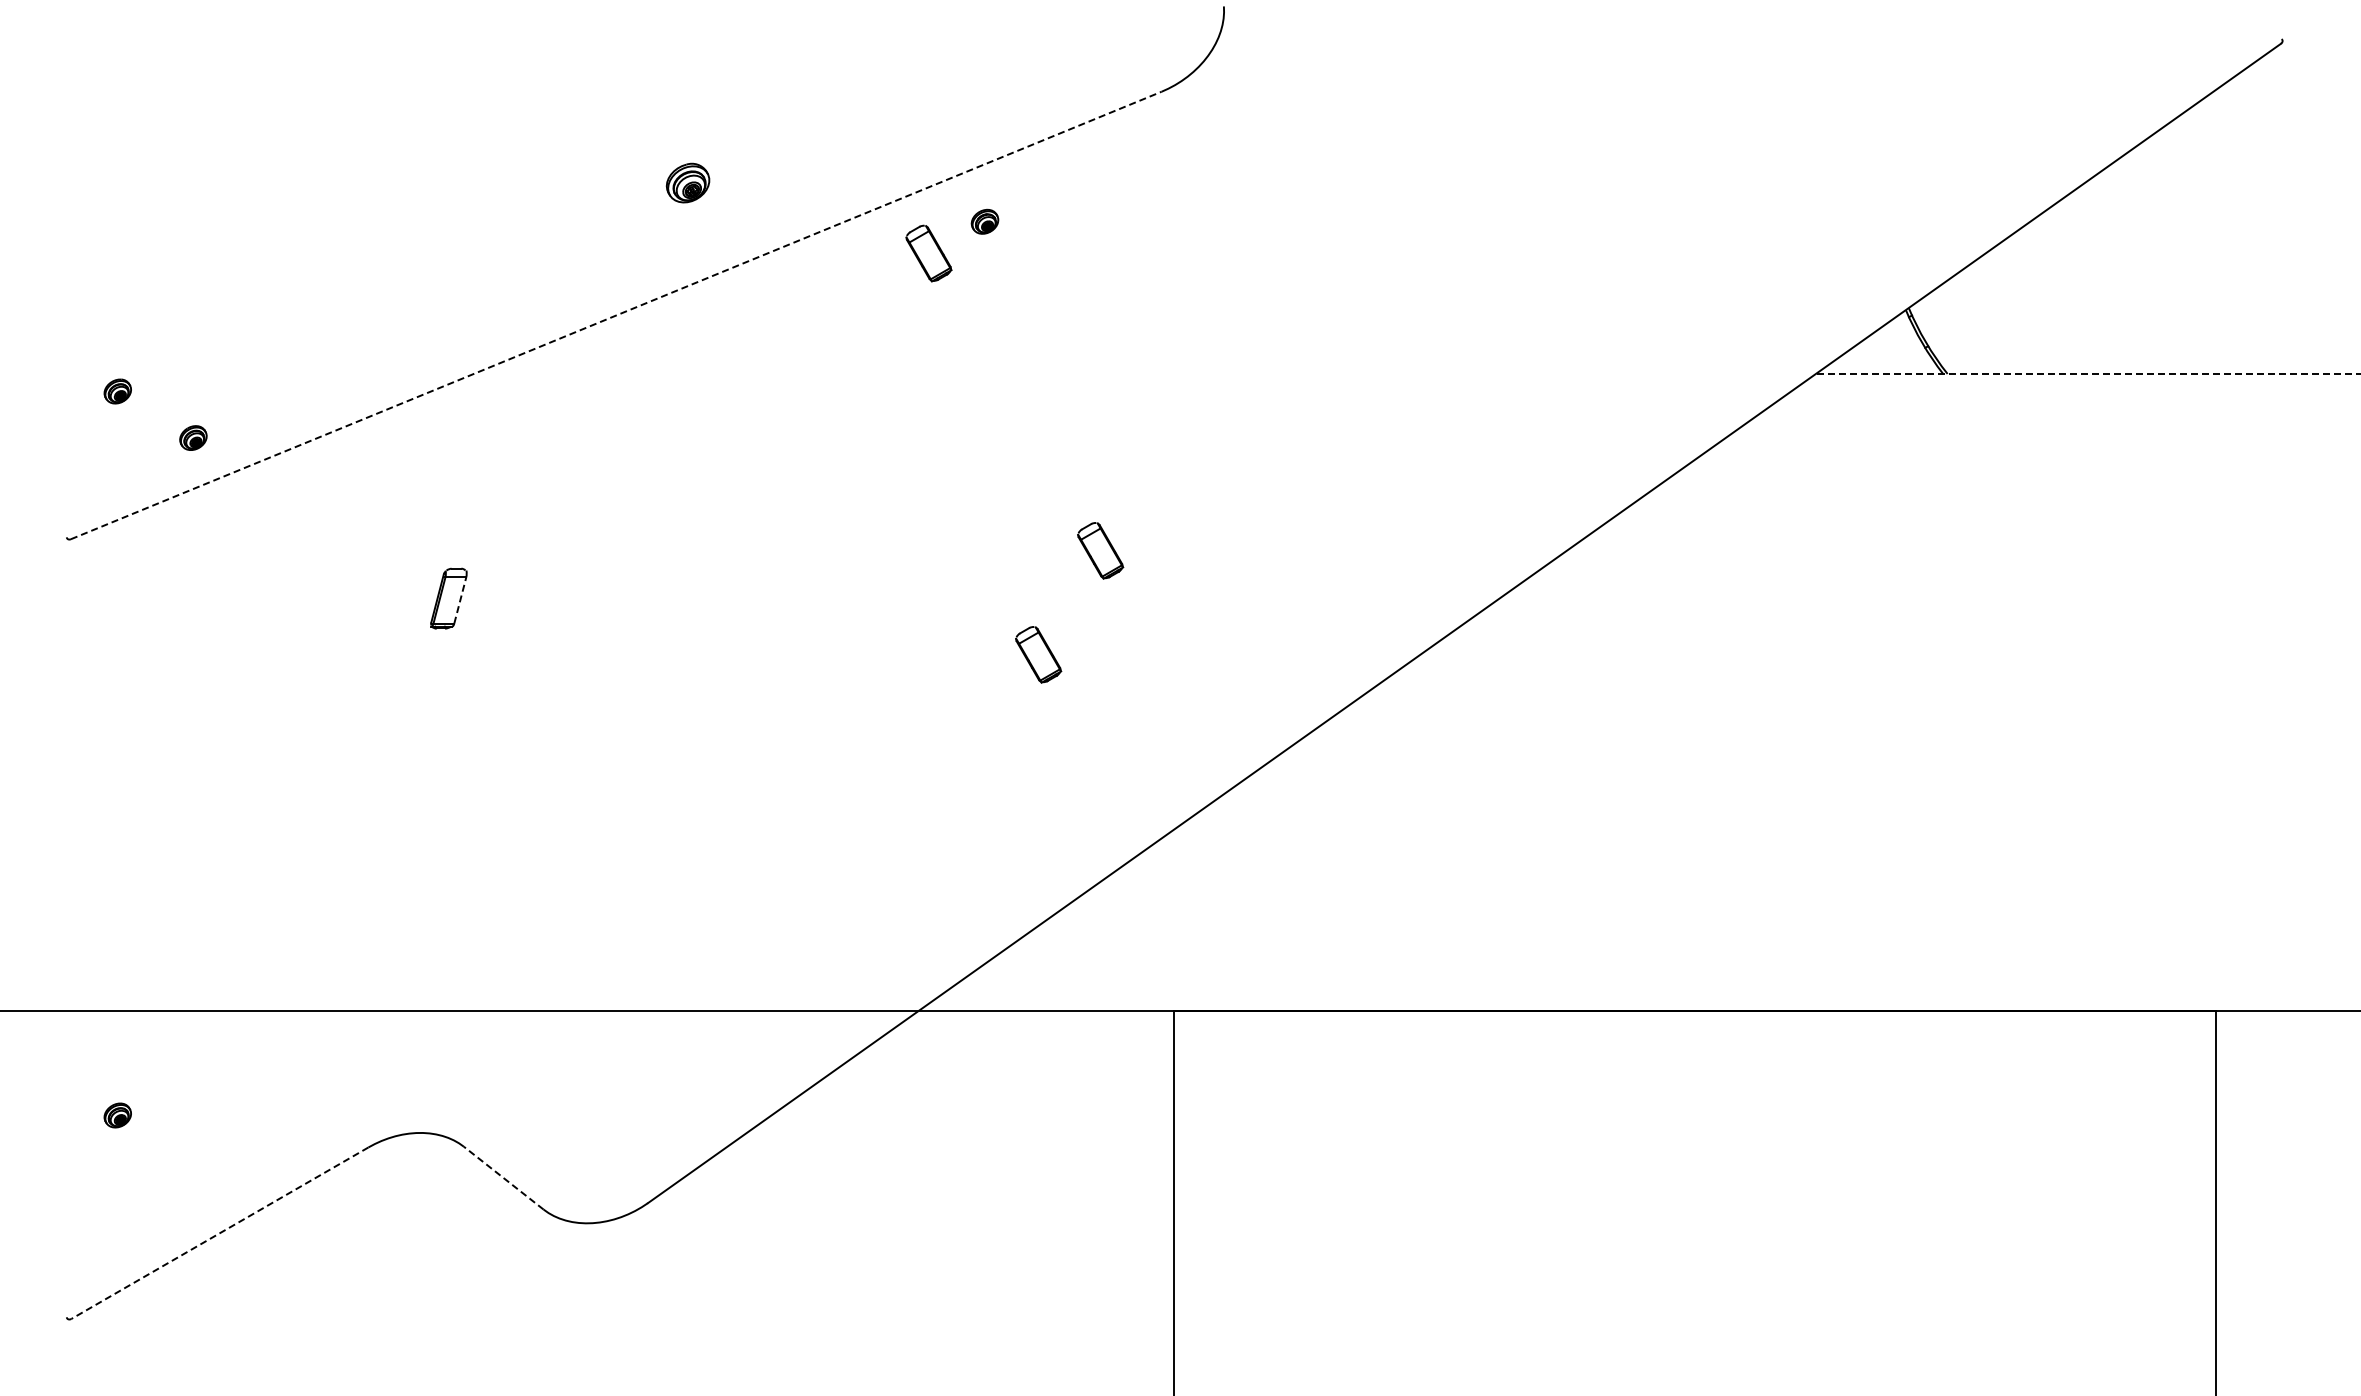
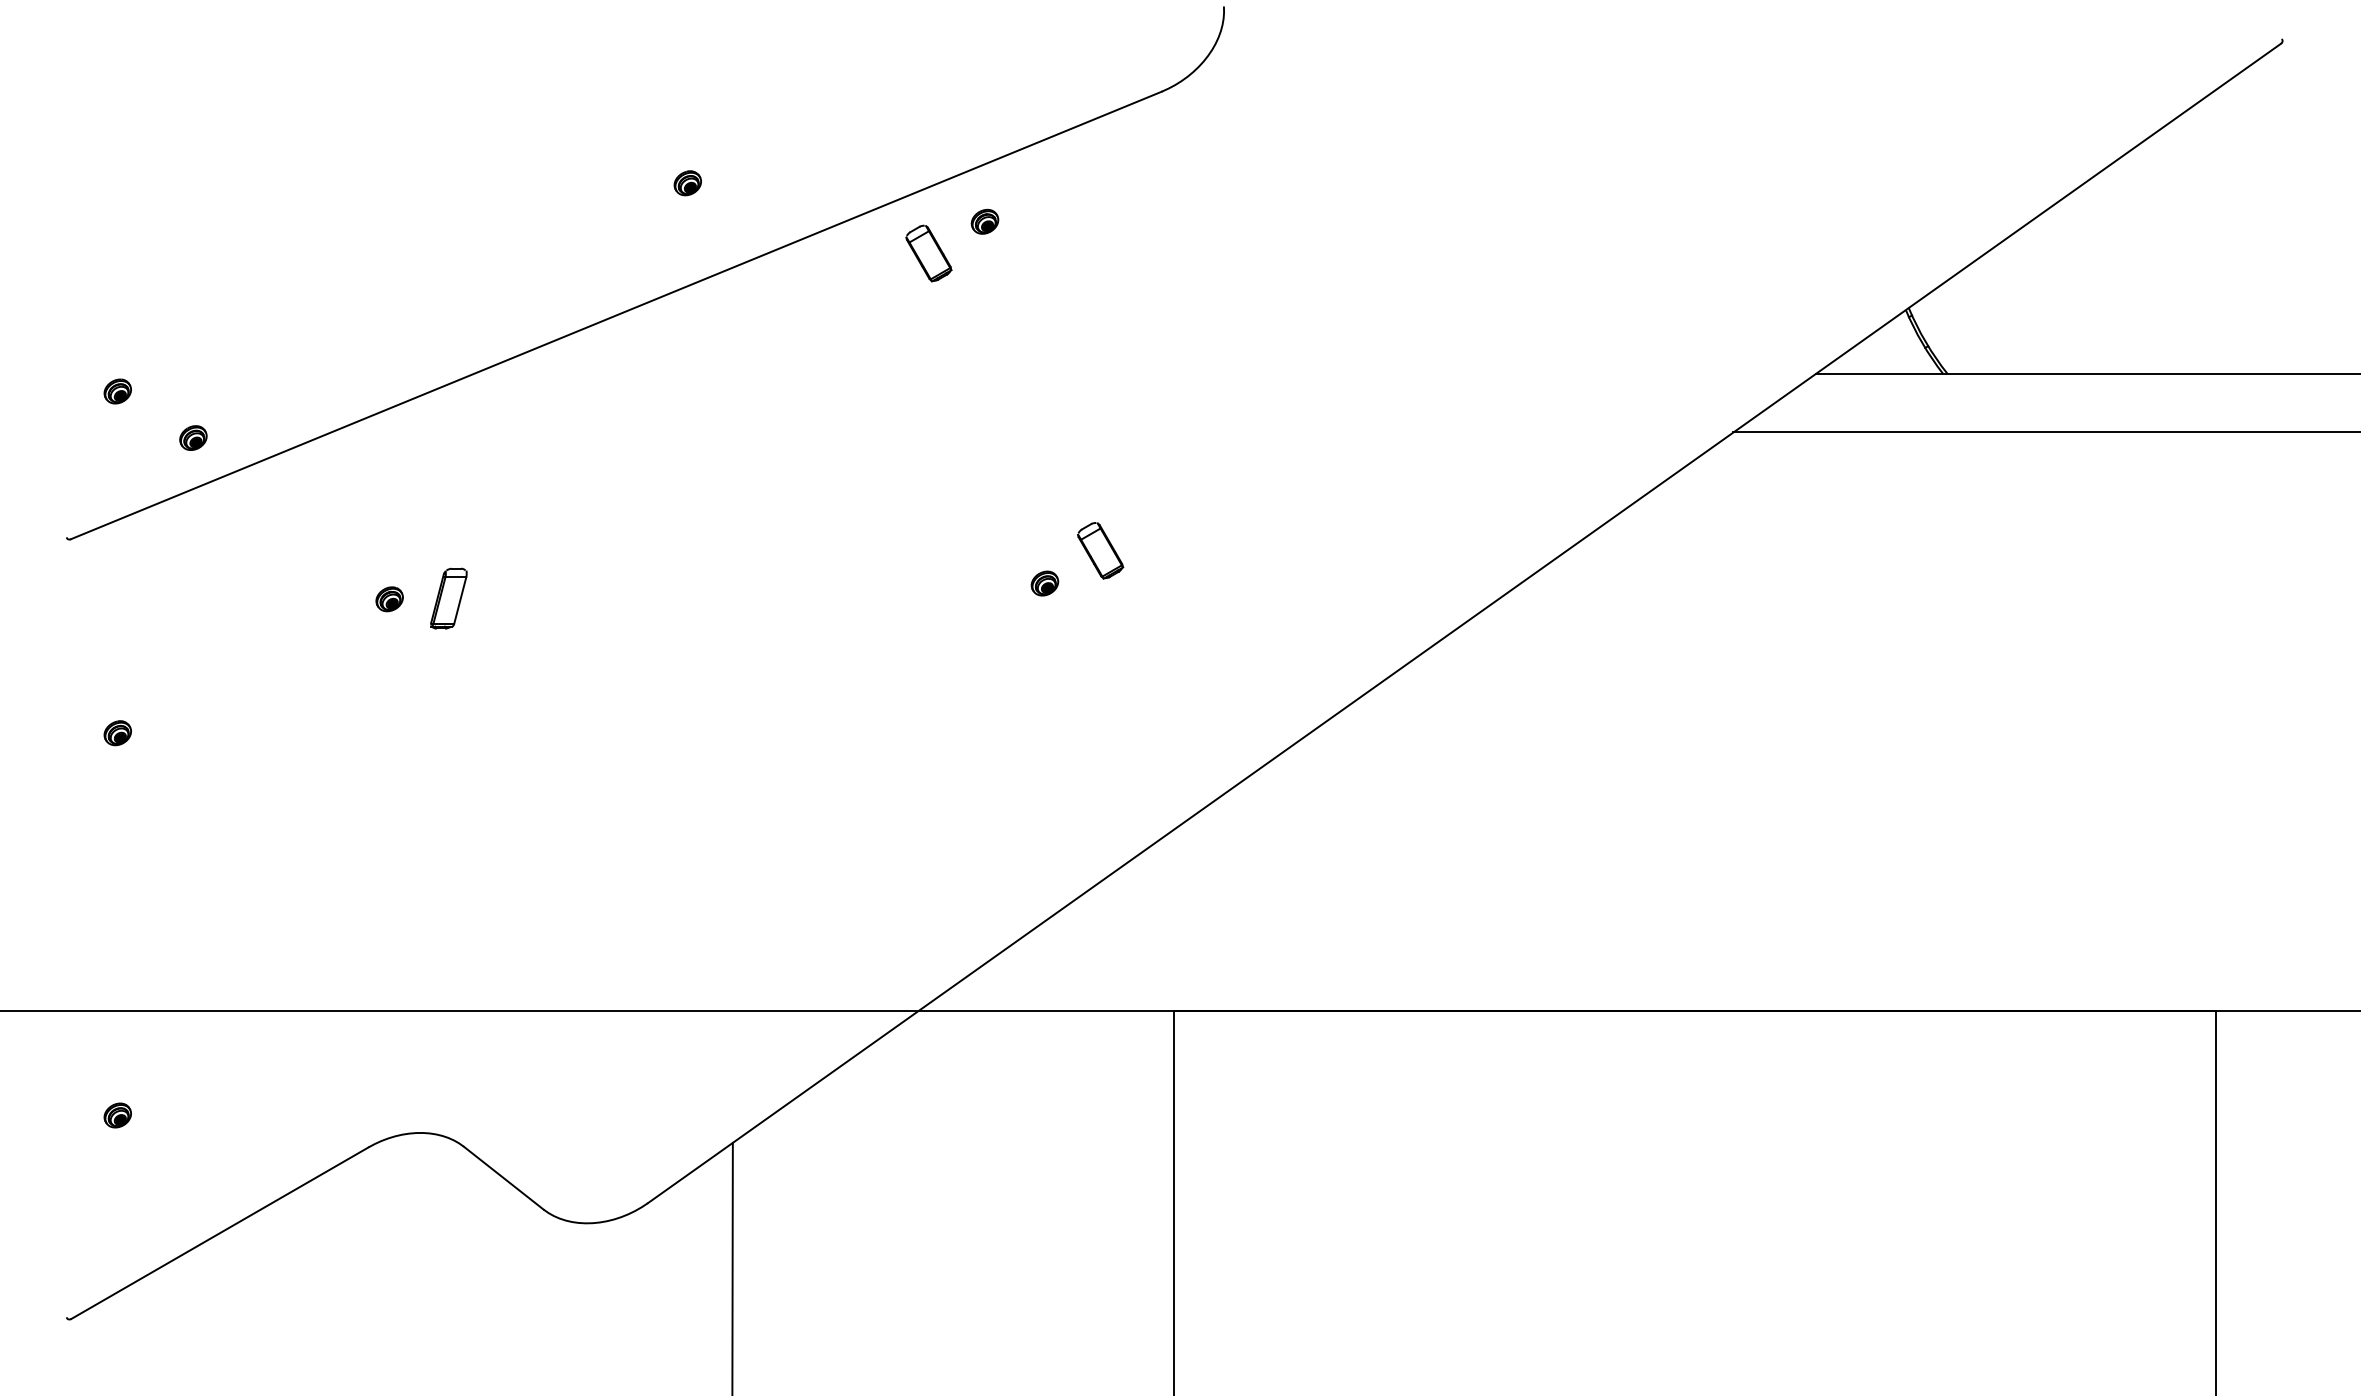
part at (687, 182) size: 46x42 px -> 29x27 px
line at (616, 315): dashed -> solid
line at (2087, 373): dashed -> solid
line at (2045, 432): none -> present
part at (1044, 583): none -> present
part at (389, 599): none -> present
line at (460, 600): dashed -> solid
part at (1038, 654): present -> none
part at (117, 733): none -> present
line at (503, 1178): dashed -> solid
line at (219, 1233): dashed -> solid
line at (732, 1267): none -> present
